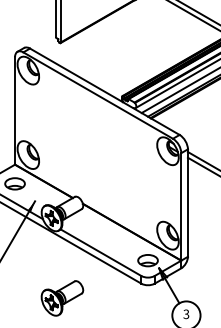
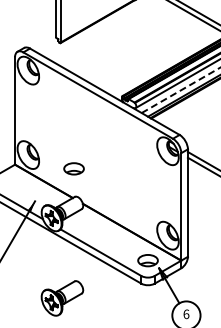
line at (181, 90): solid -> dashed
part at (14, 183) position: (14, 183) -> (73, 168)
text at (186, 314): 3 -> 6
